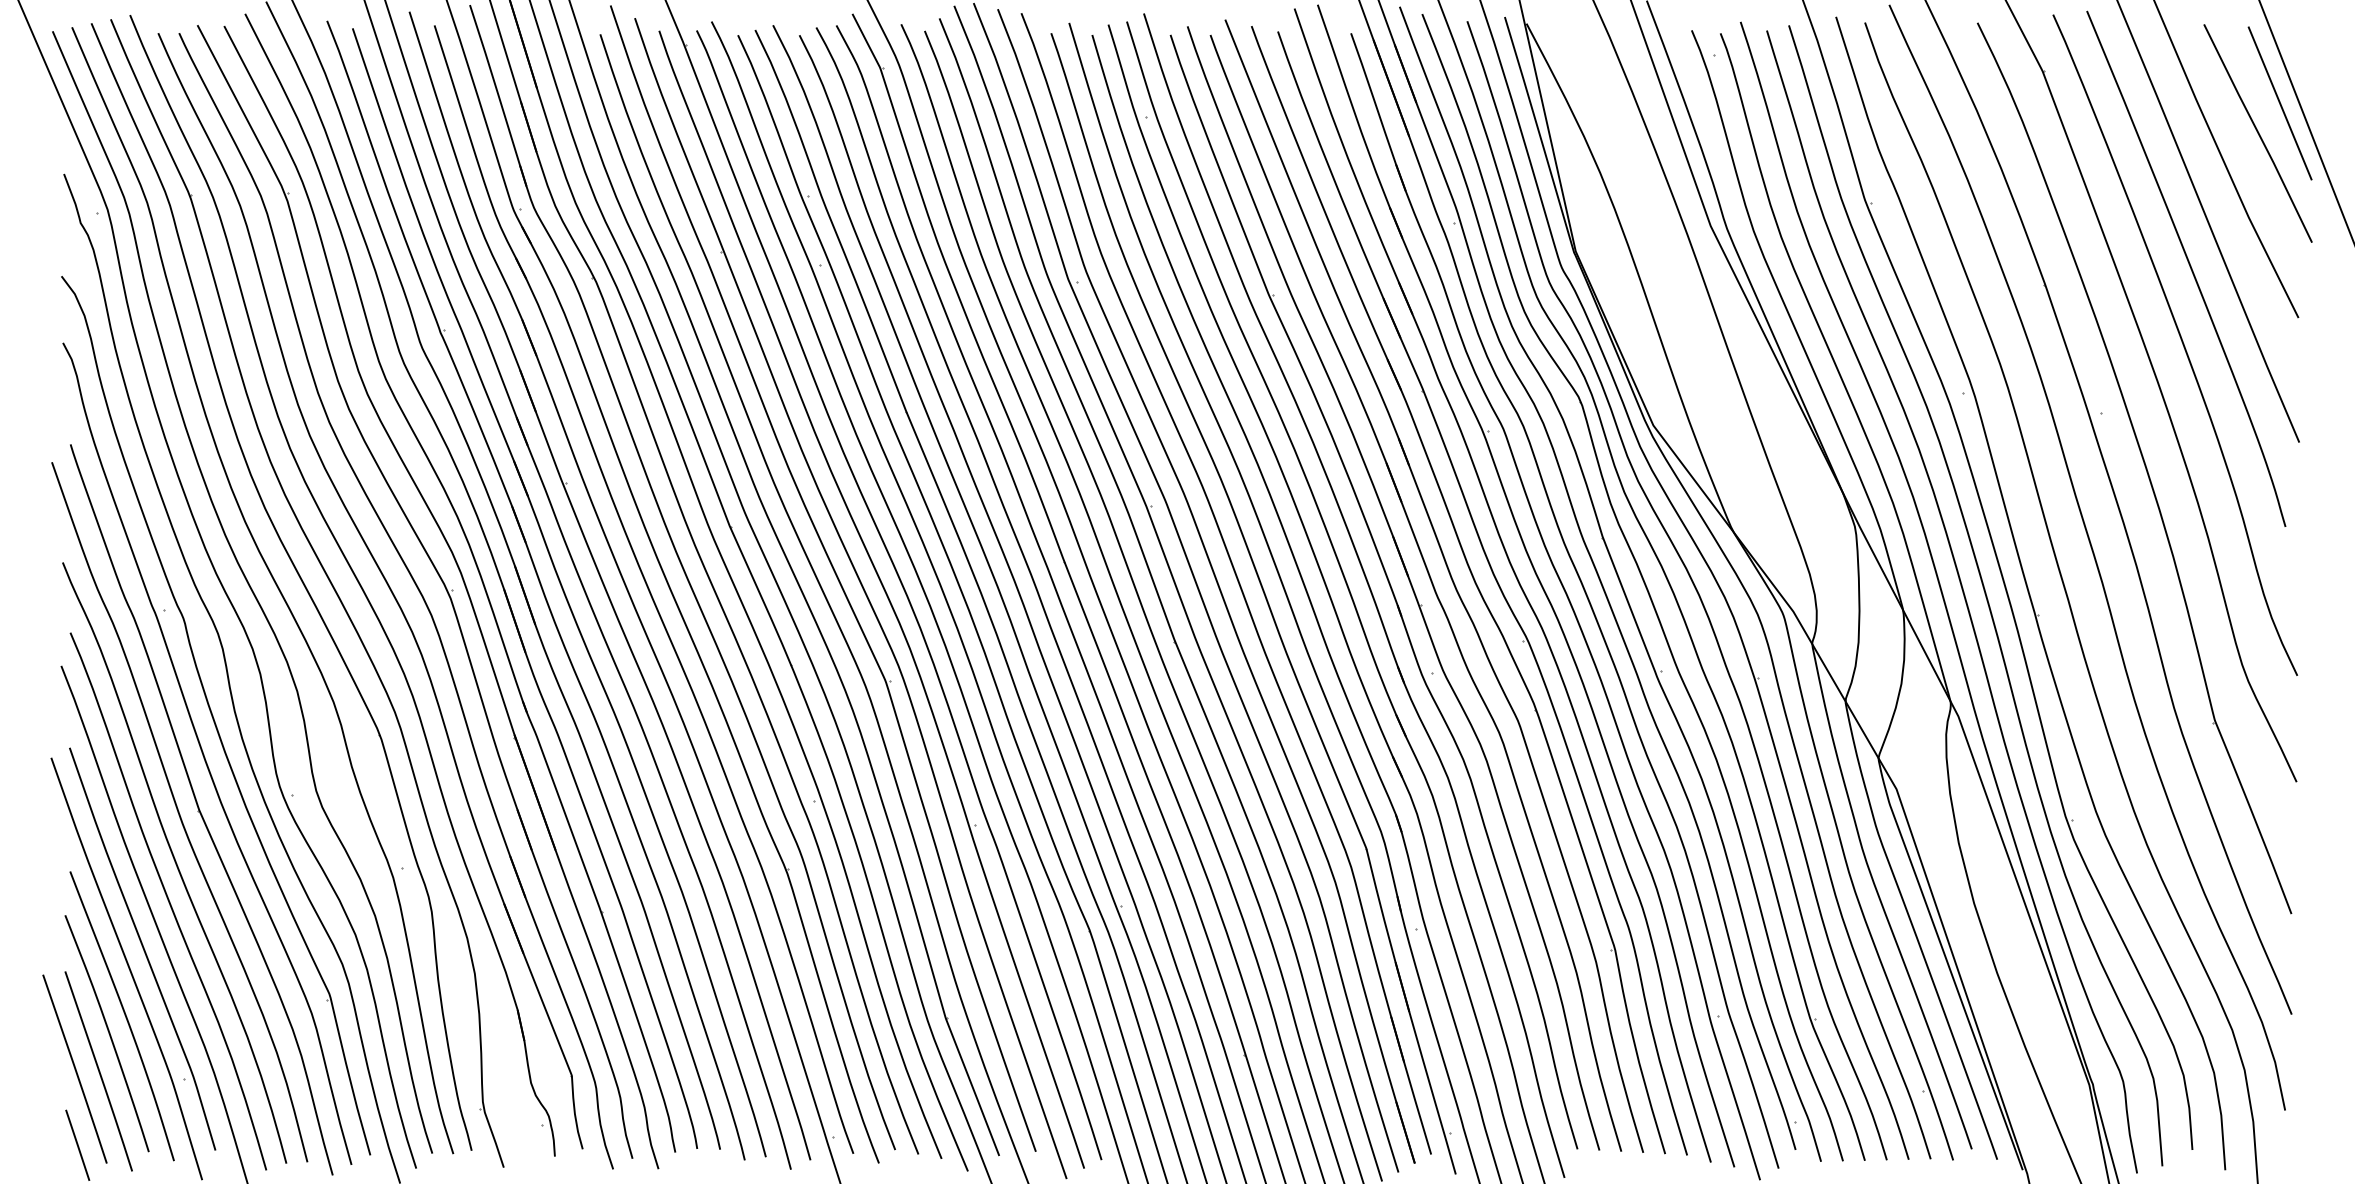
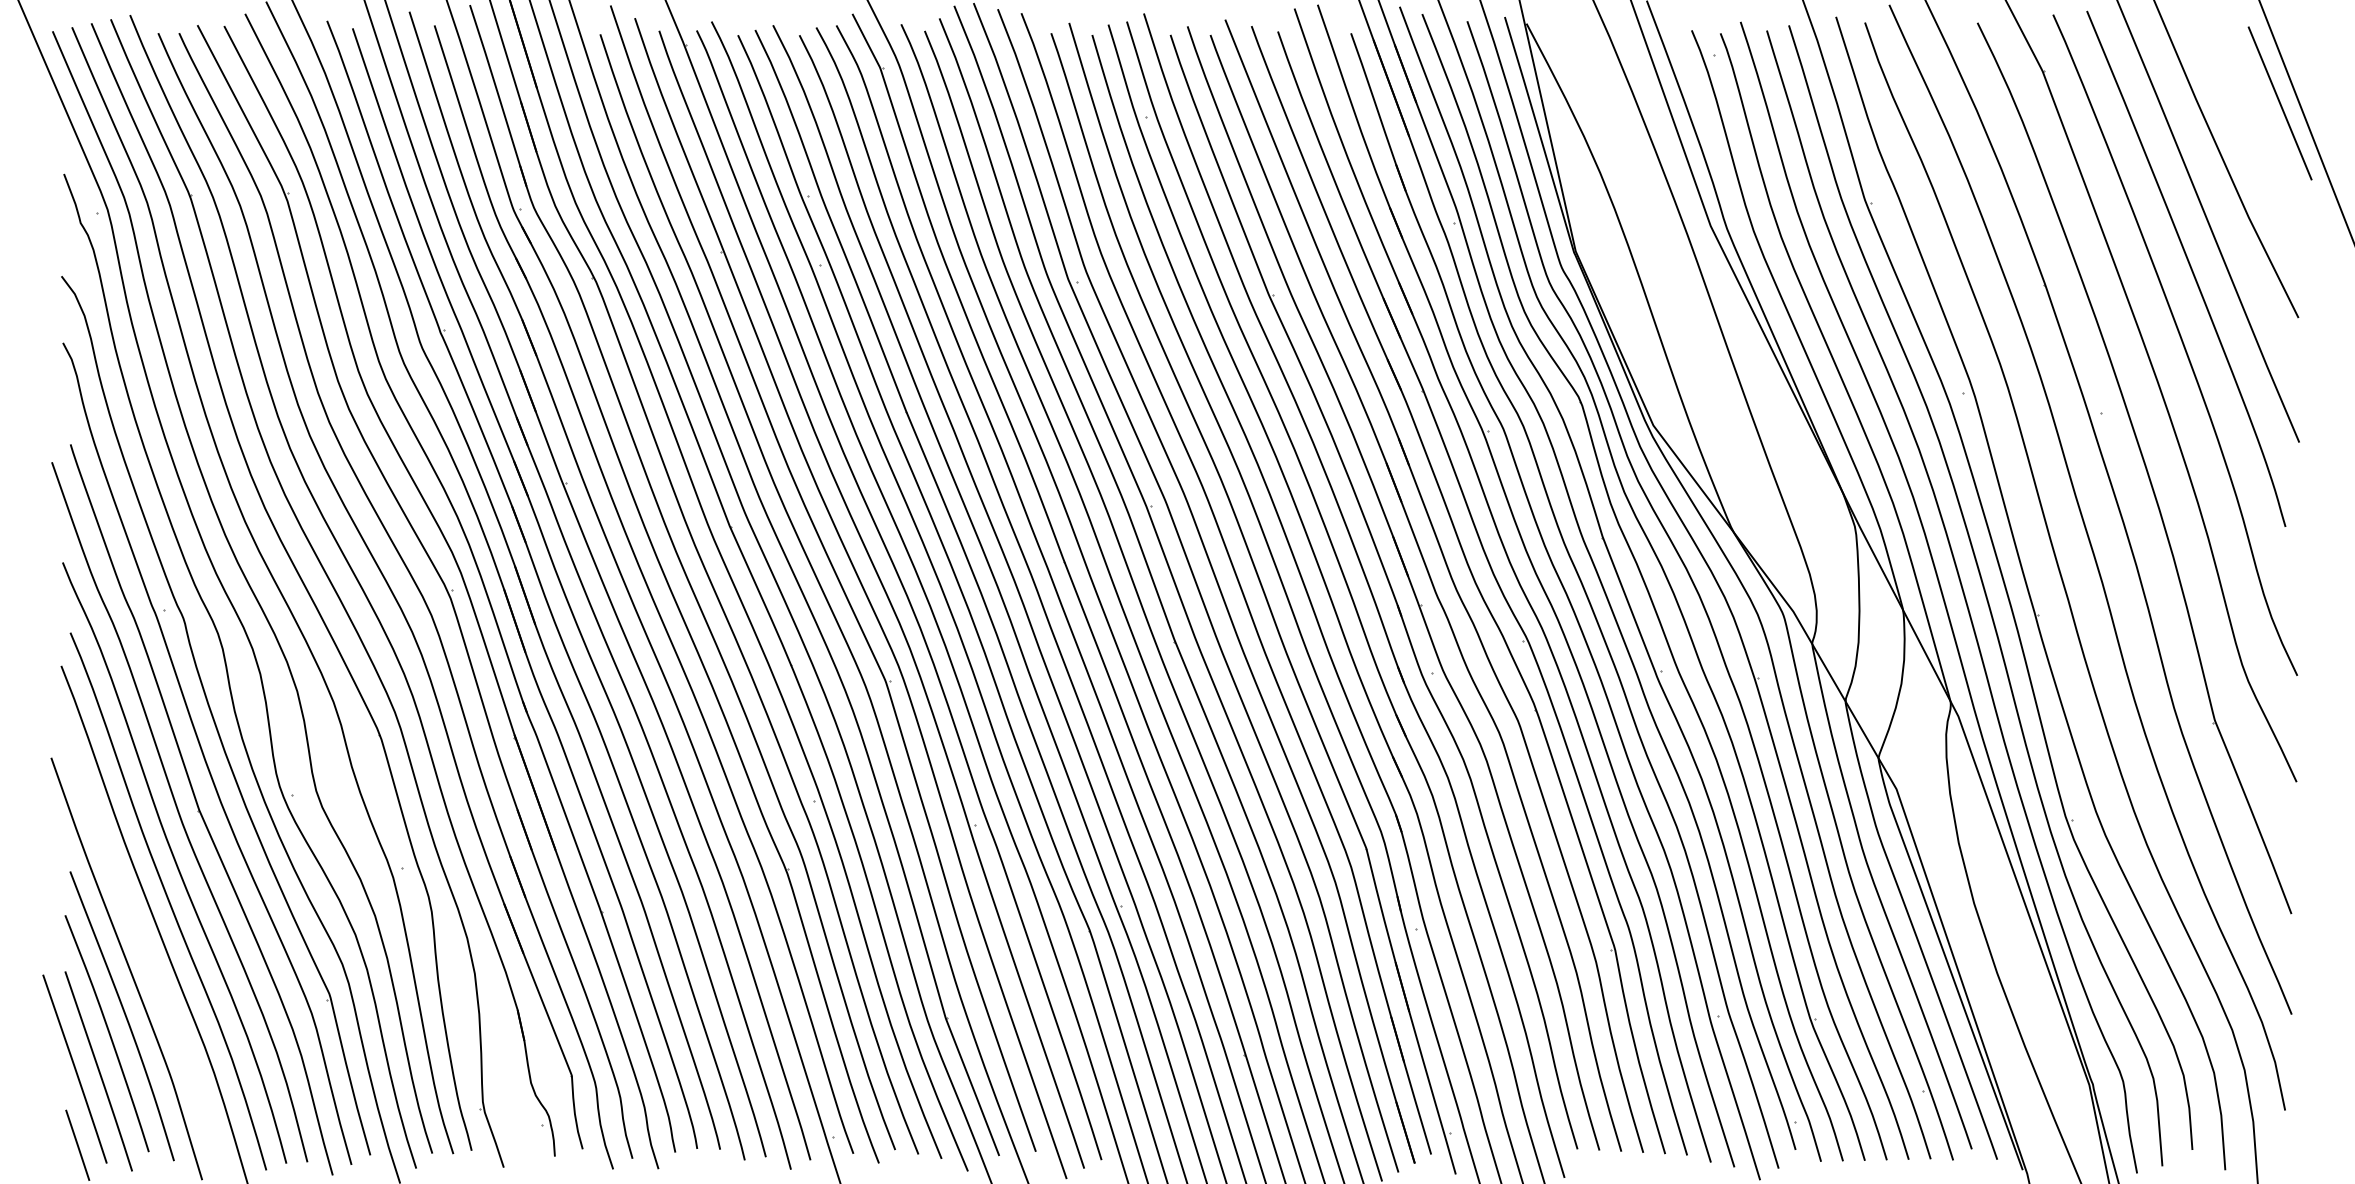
line at (2257, 133): present -> none
part at (142, 948): present -> none
